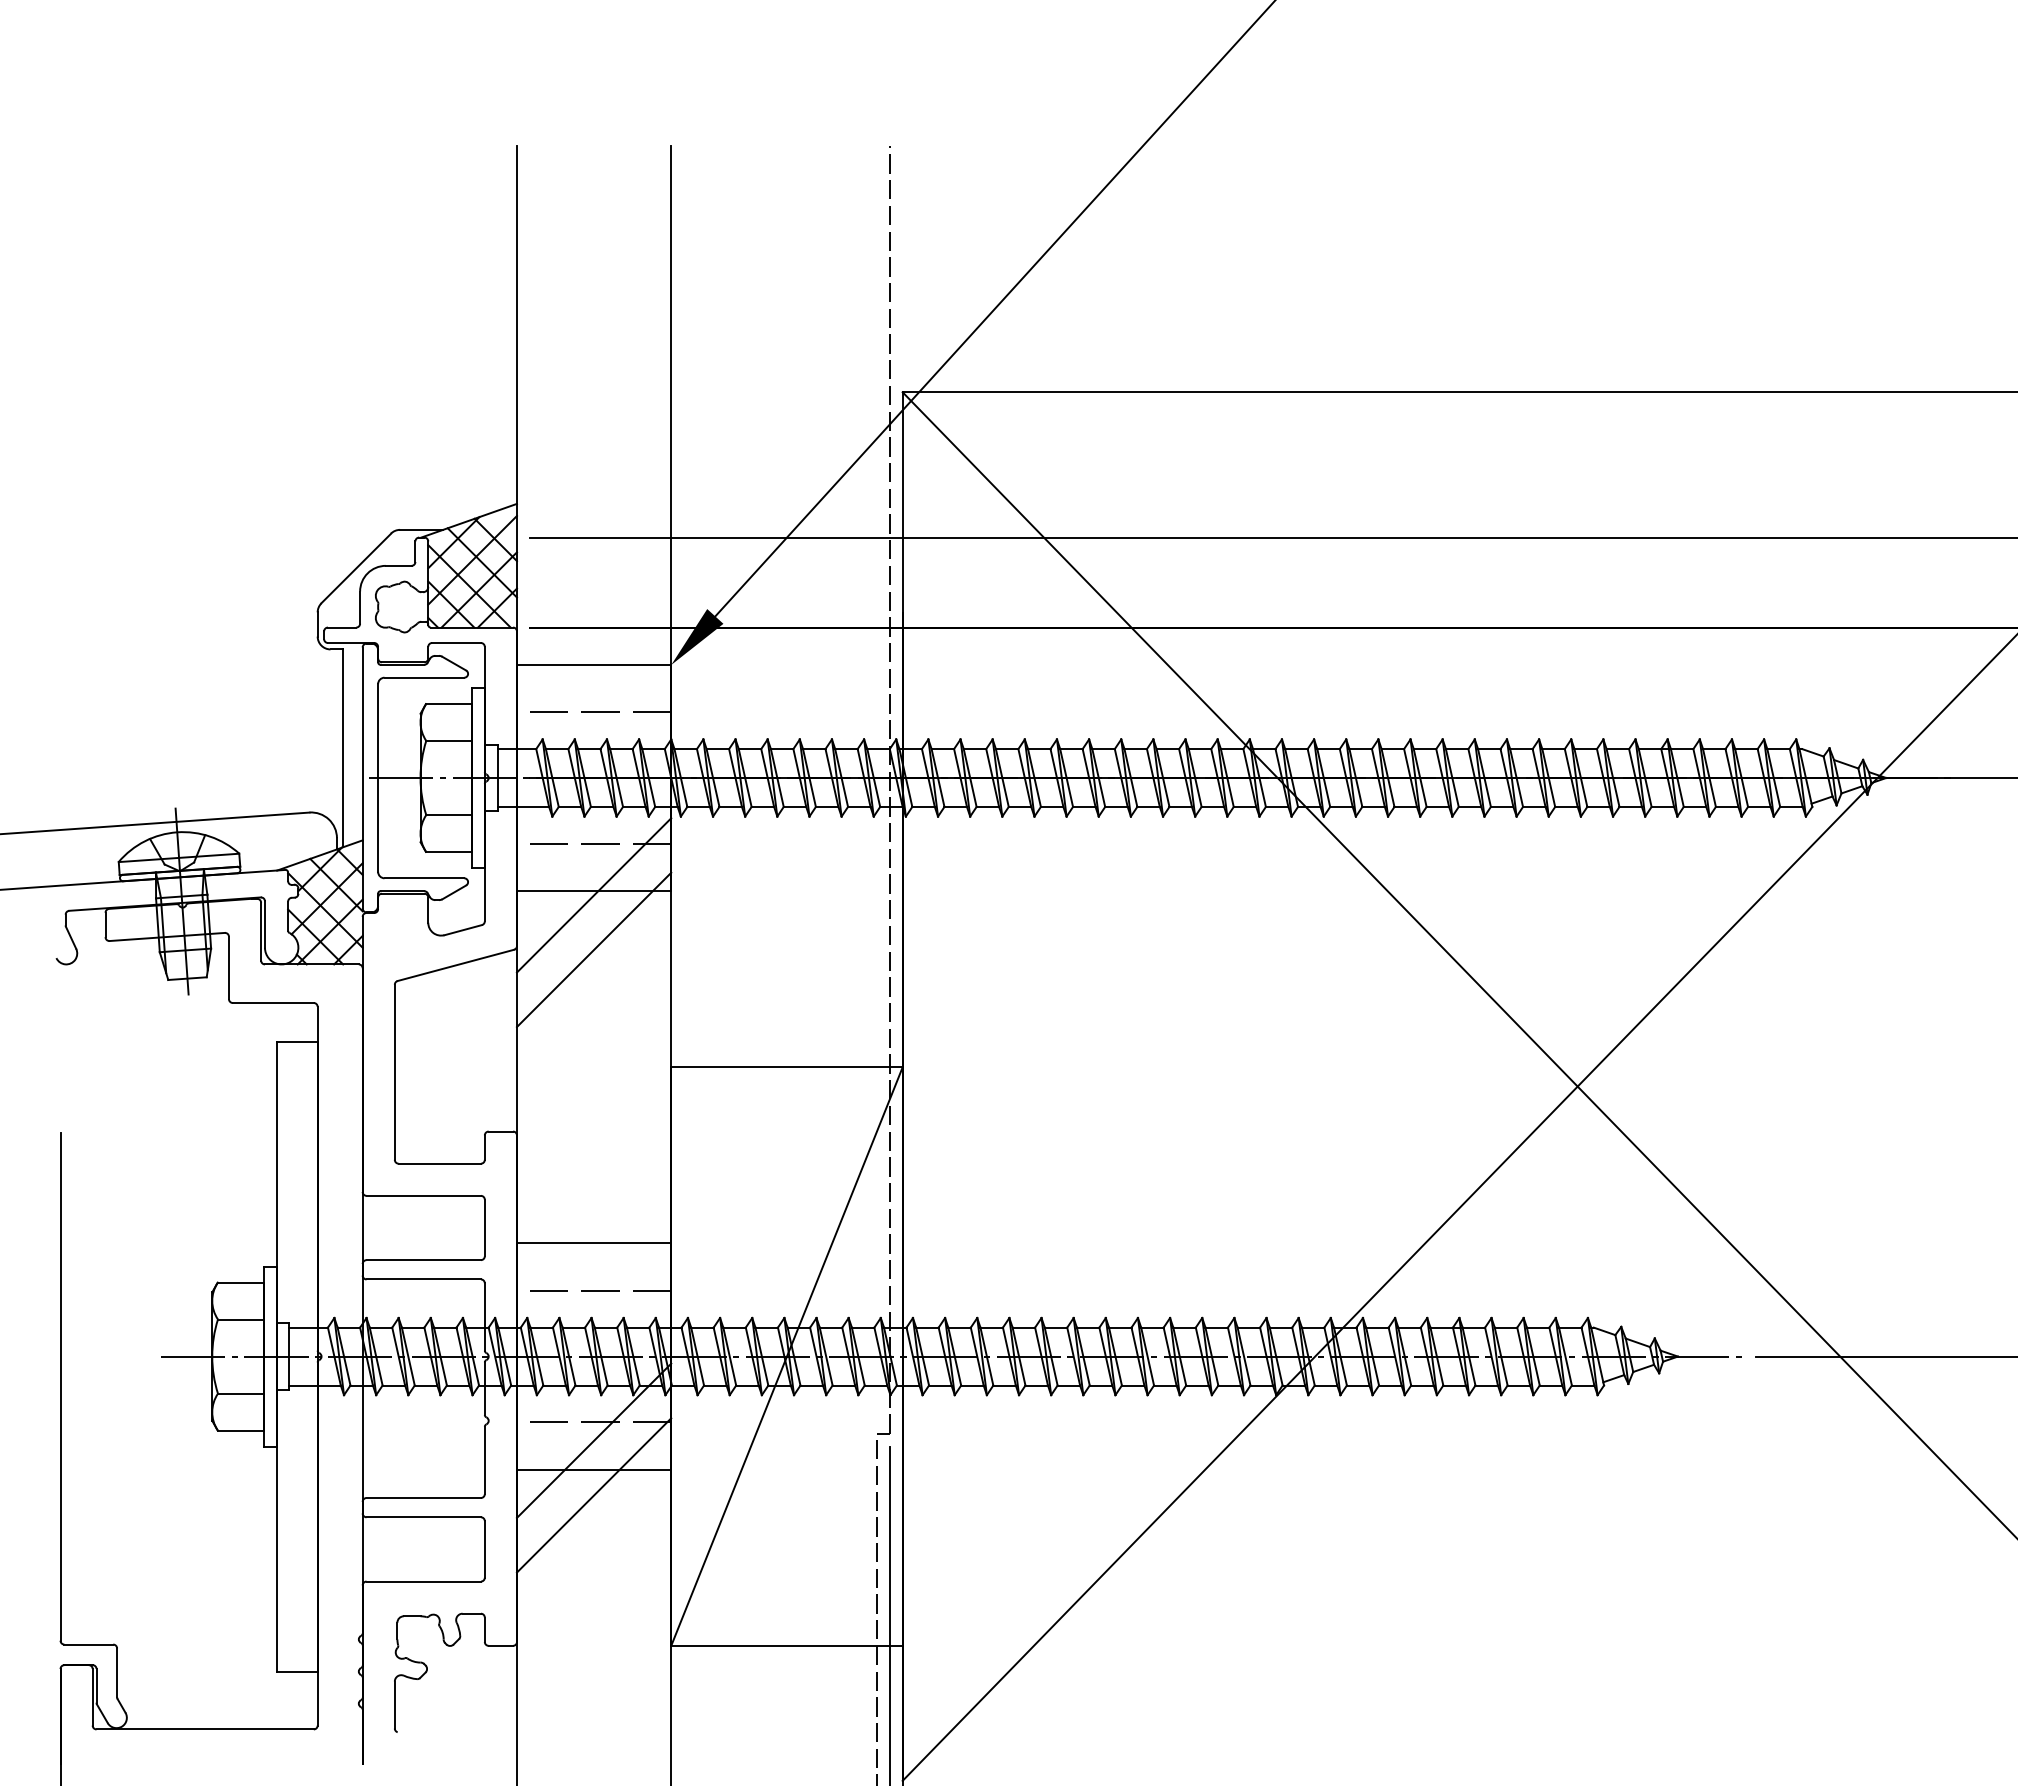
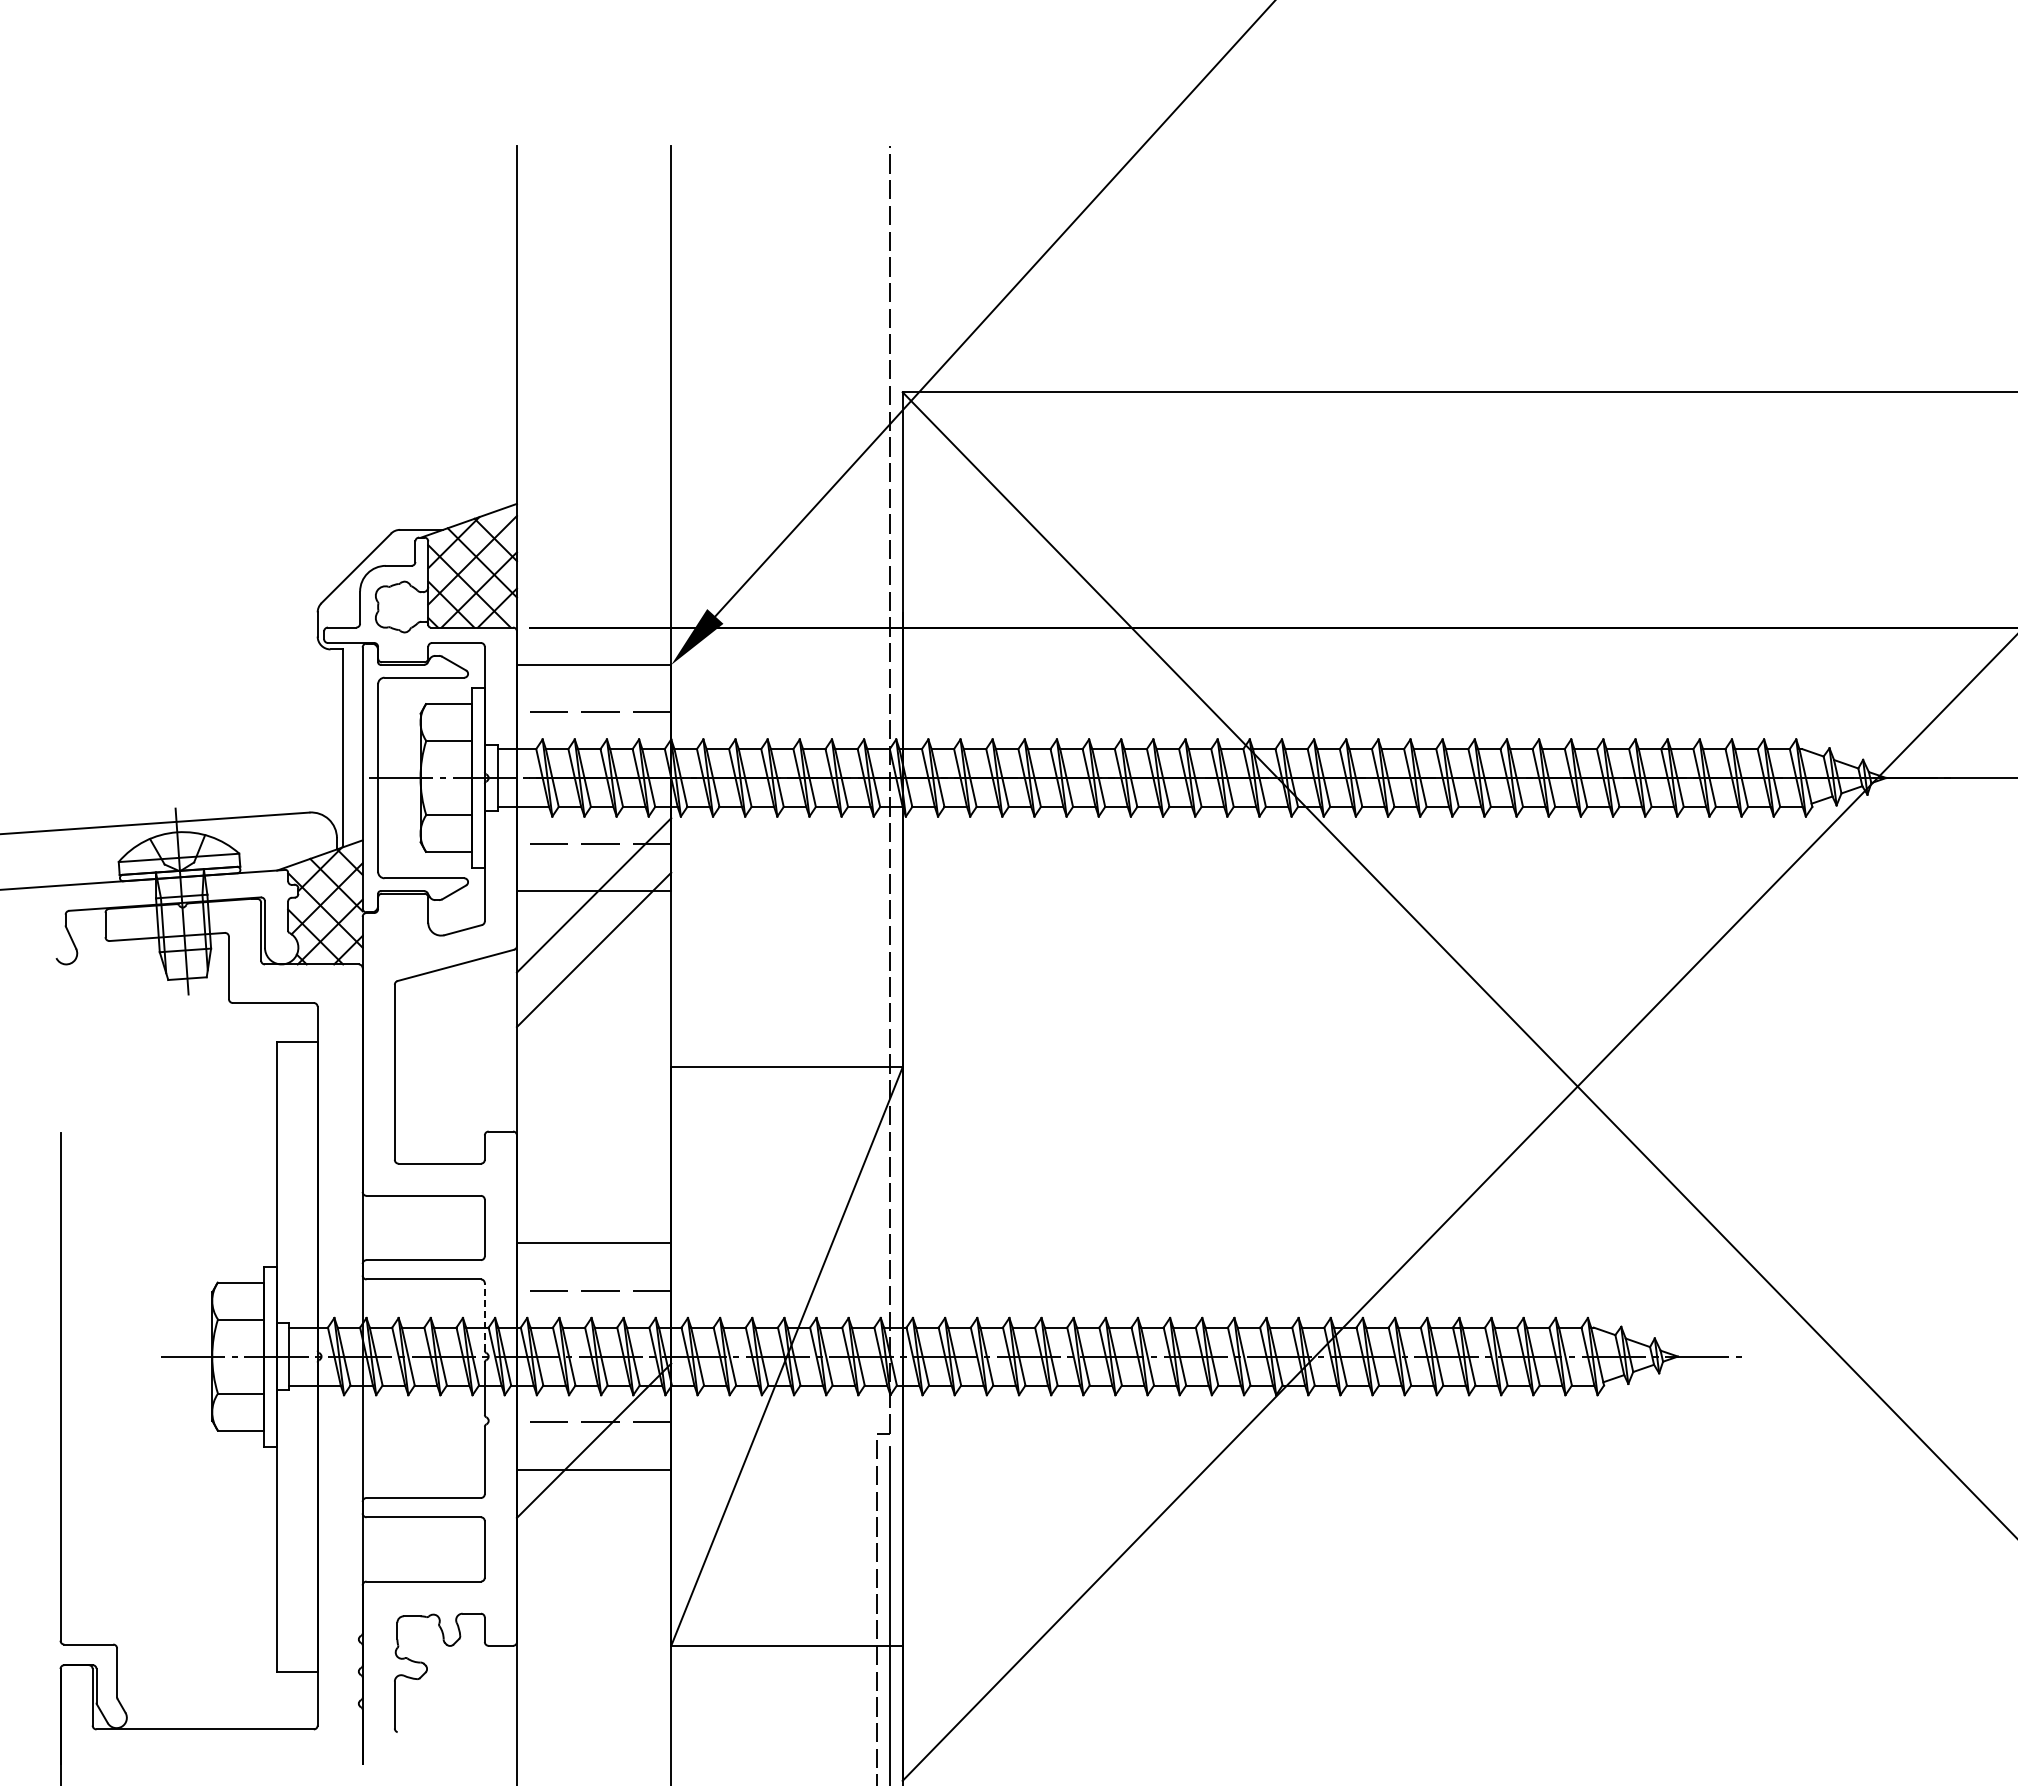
line at (1271, 537): present -> none
line at (484, 1316): solid -> dashed
line at (1884, 1356): present -> none
line at (593, 1495): present -> none
